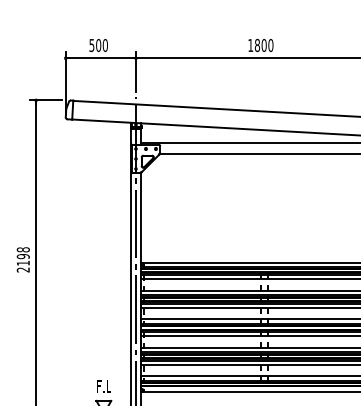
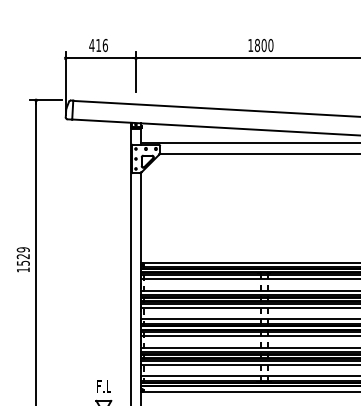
text at (98, 45): 500 -> 416
line at (136, 249): present -> none
text at (22, 259): 2198 -> 1529
